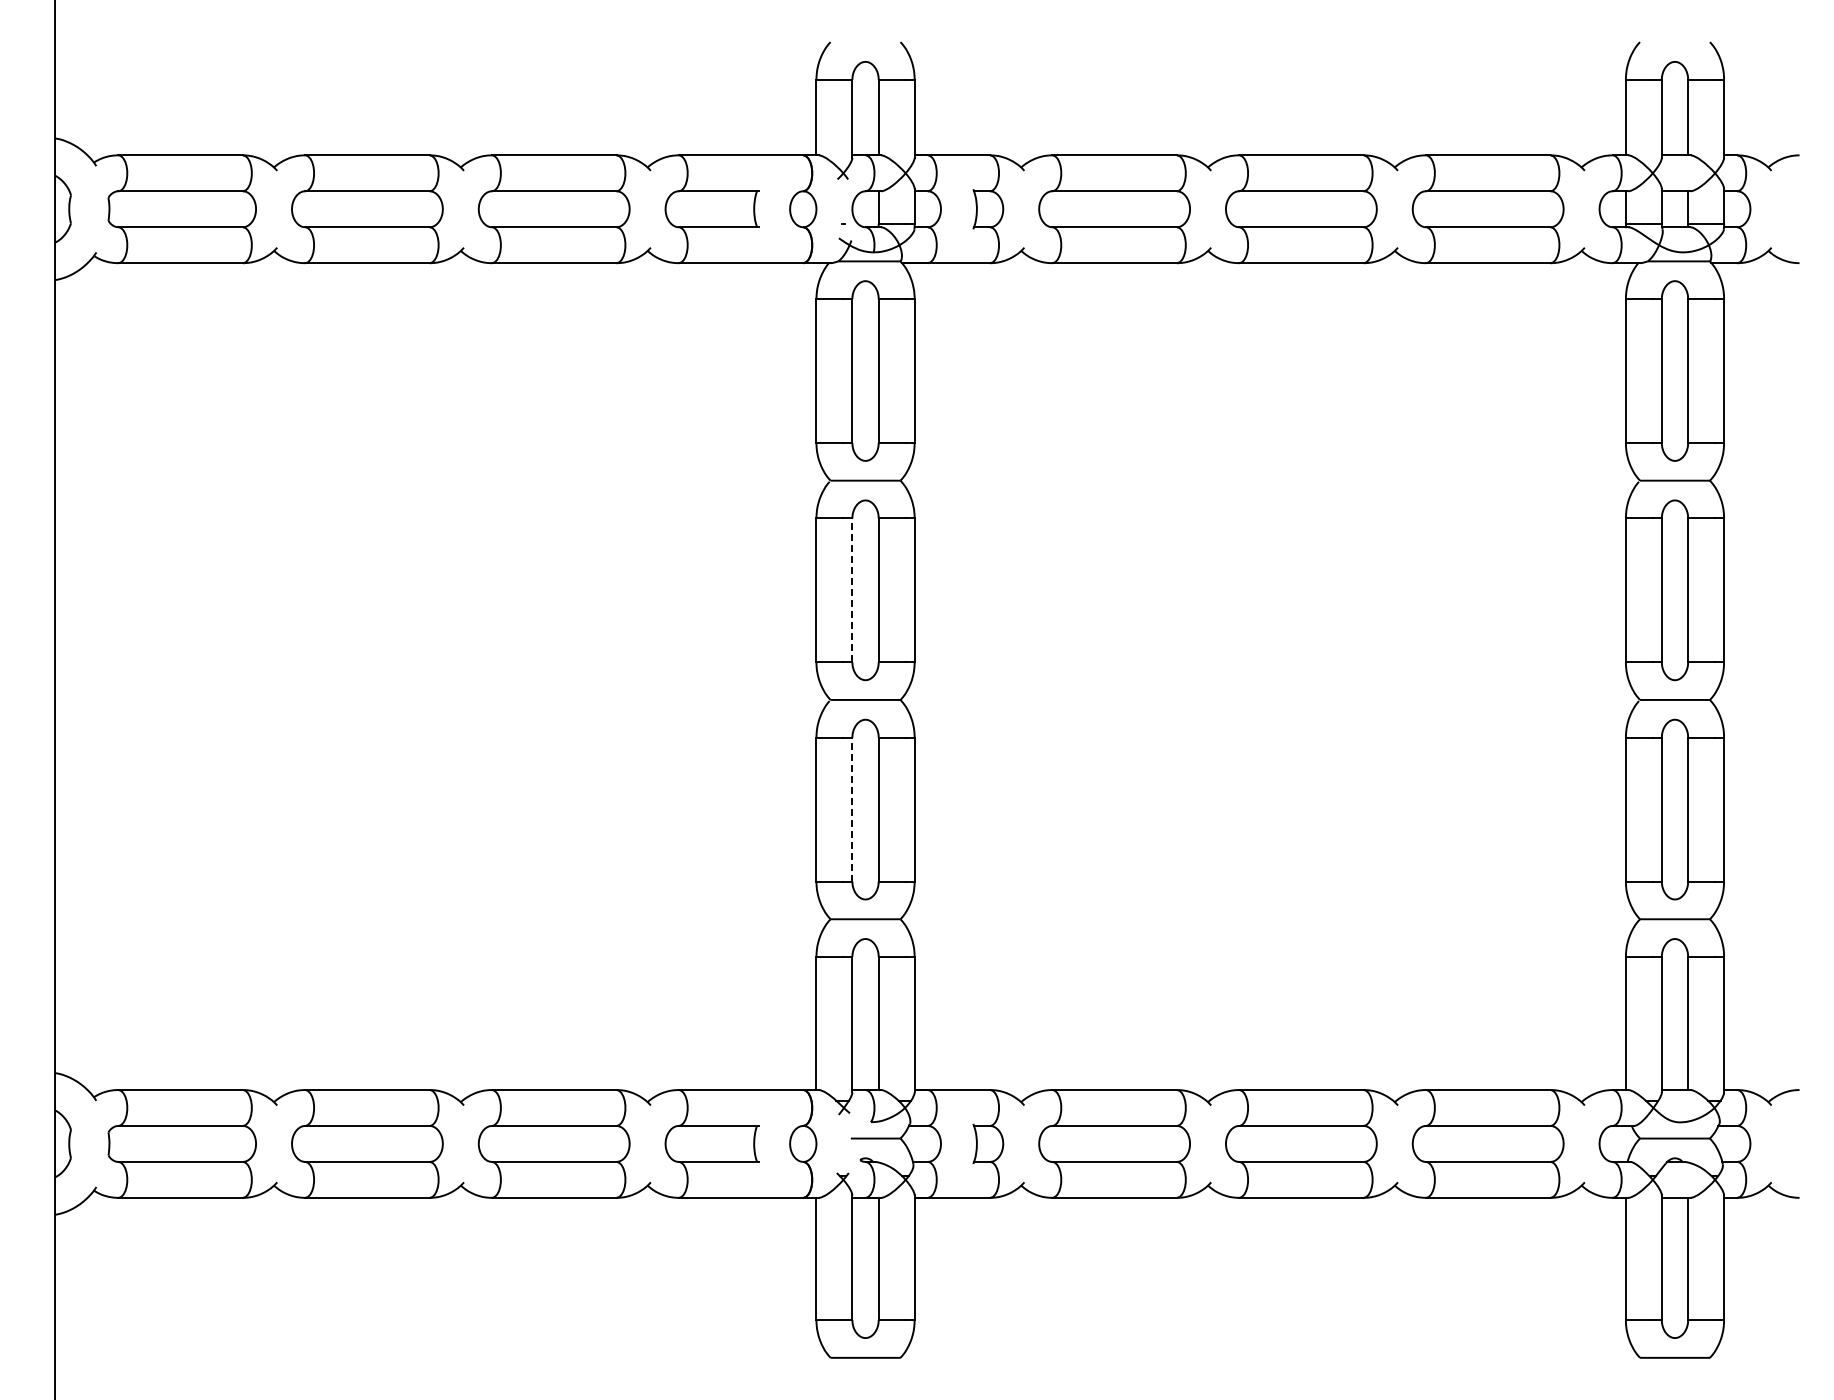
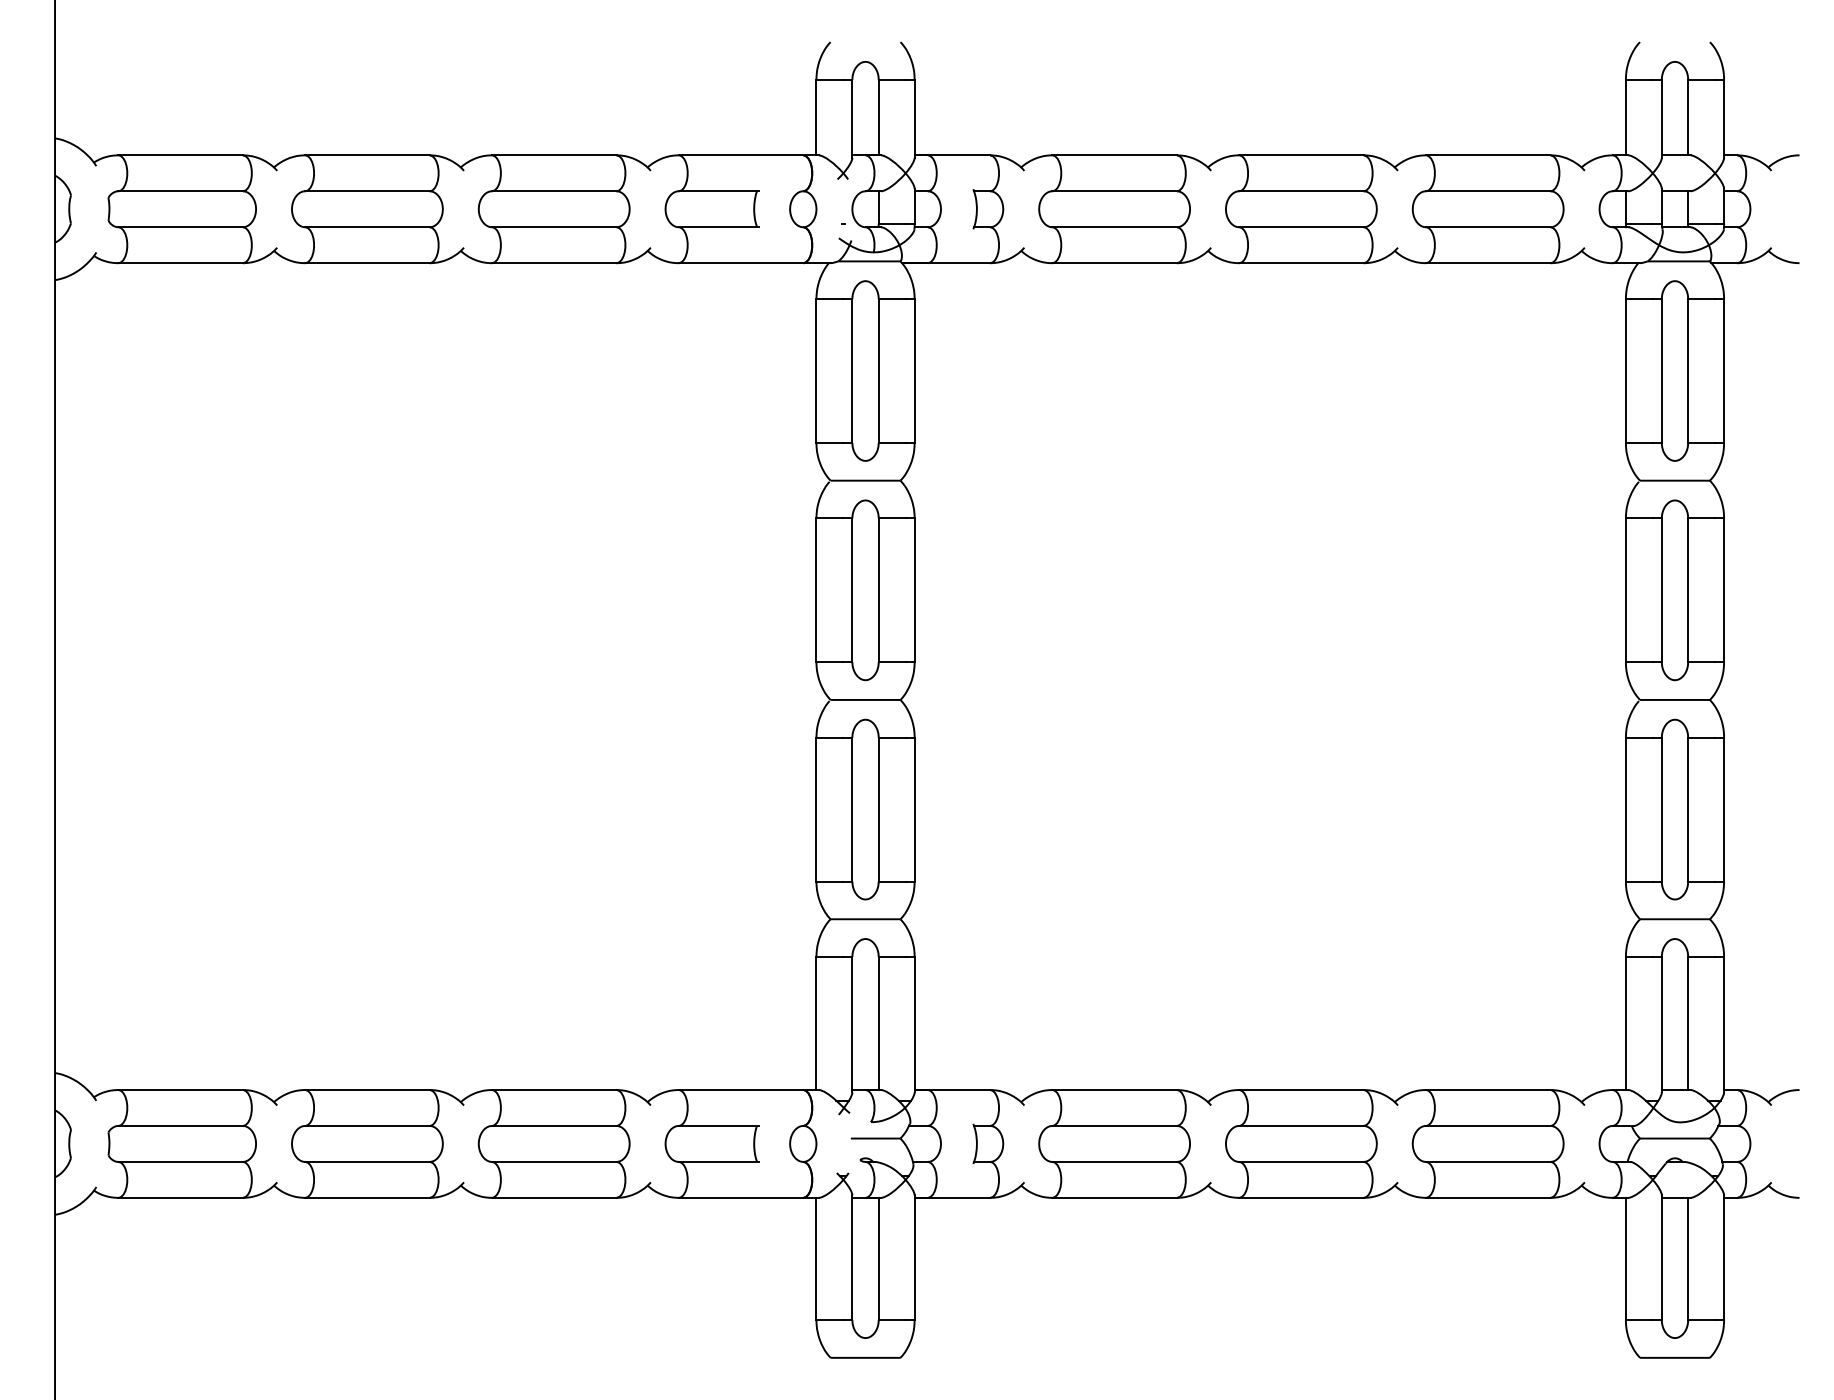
line at (852, 590): dashed -> solid
line at (852, 809): dashed -> solid
